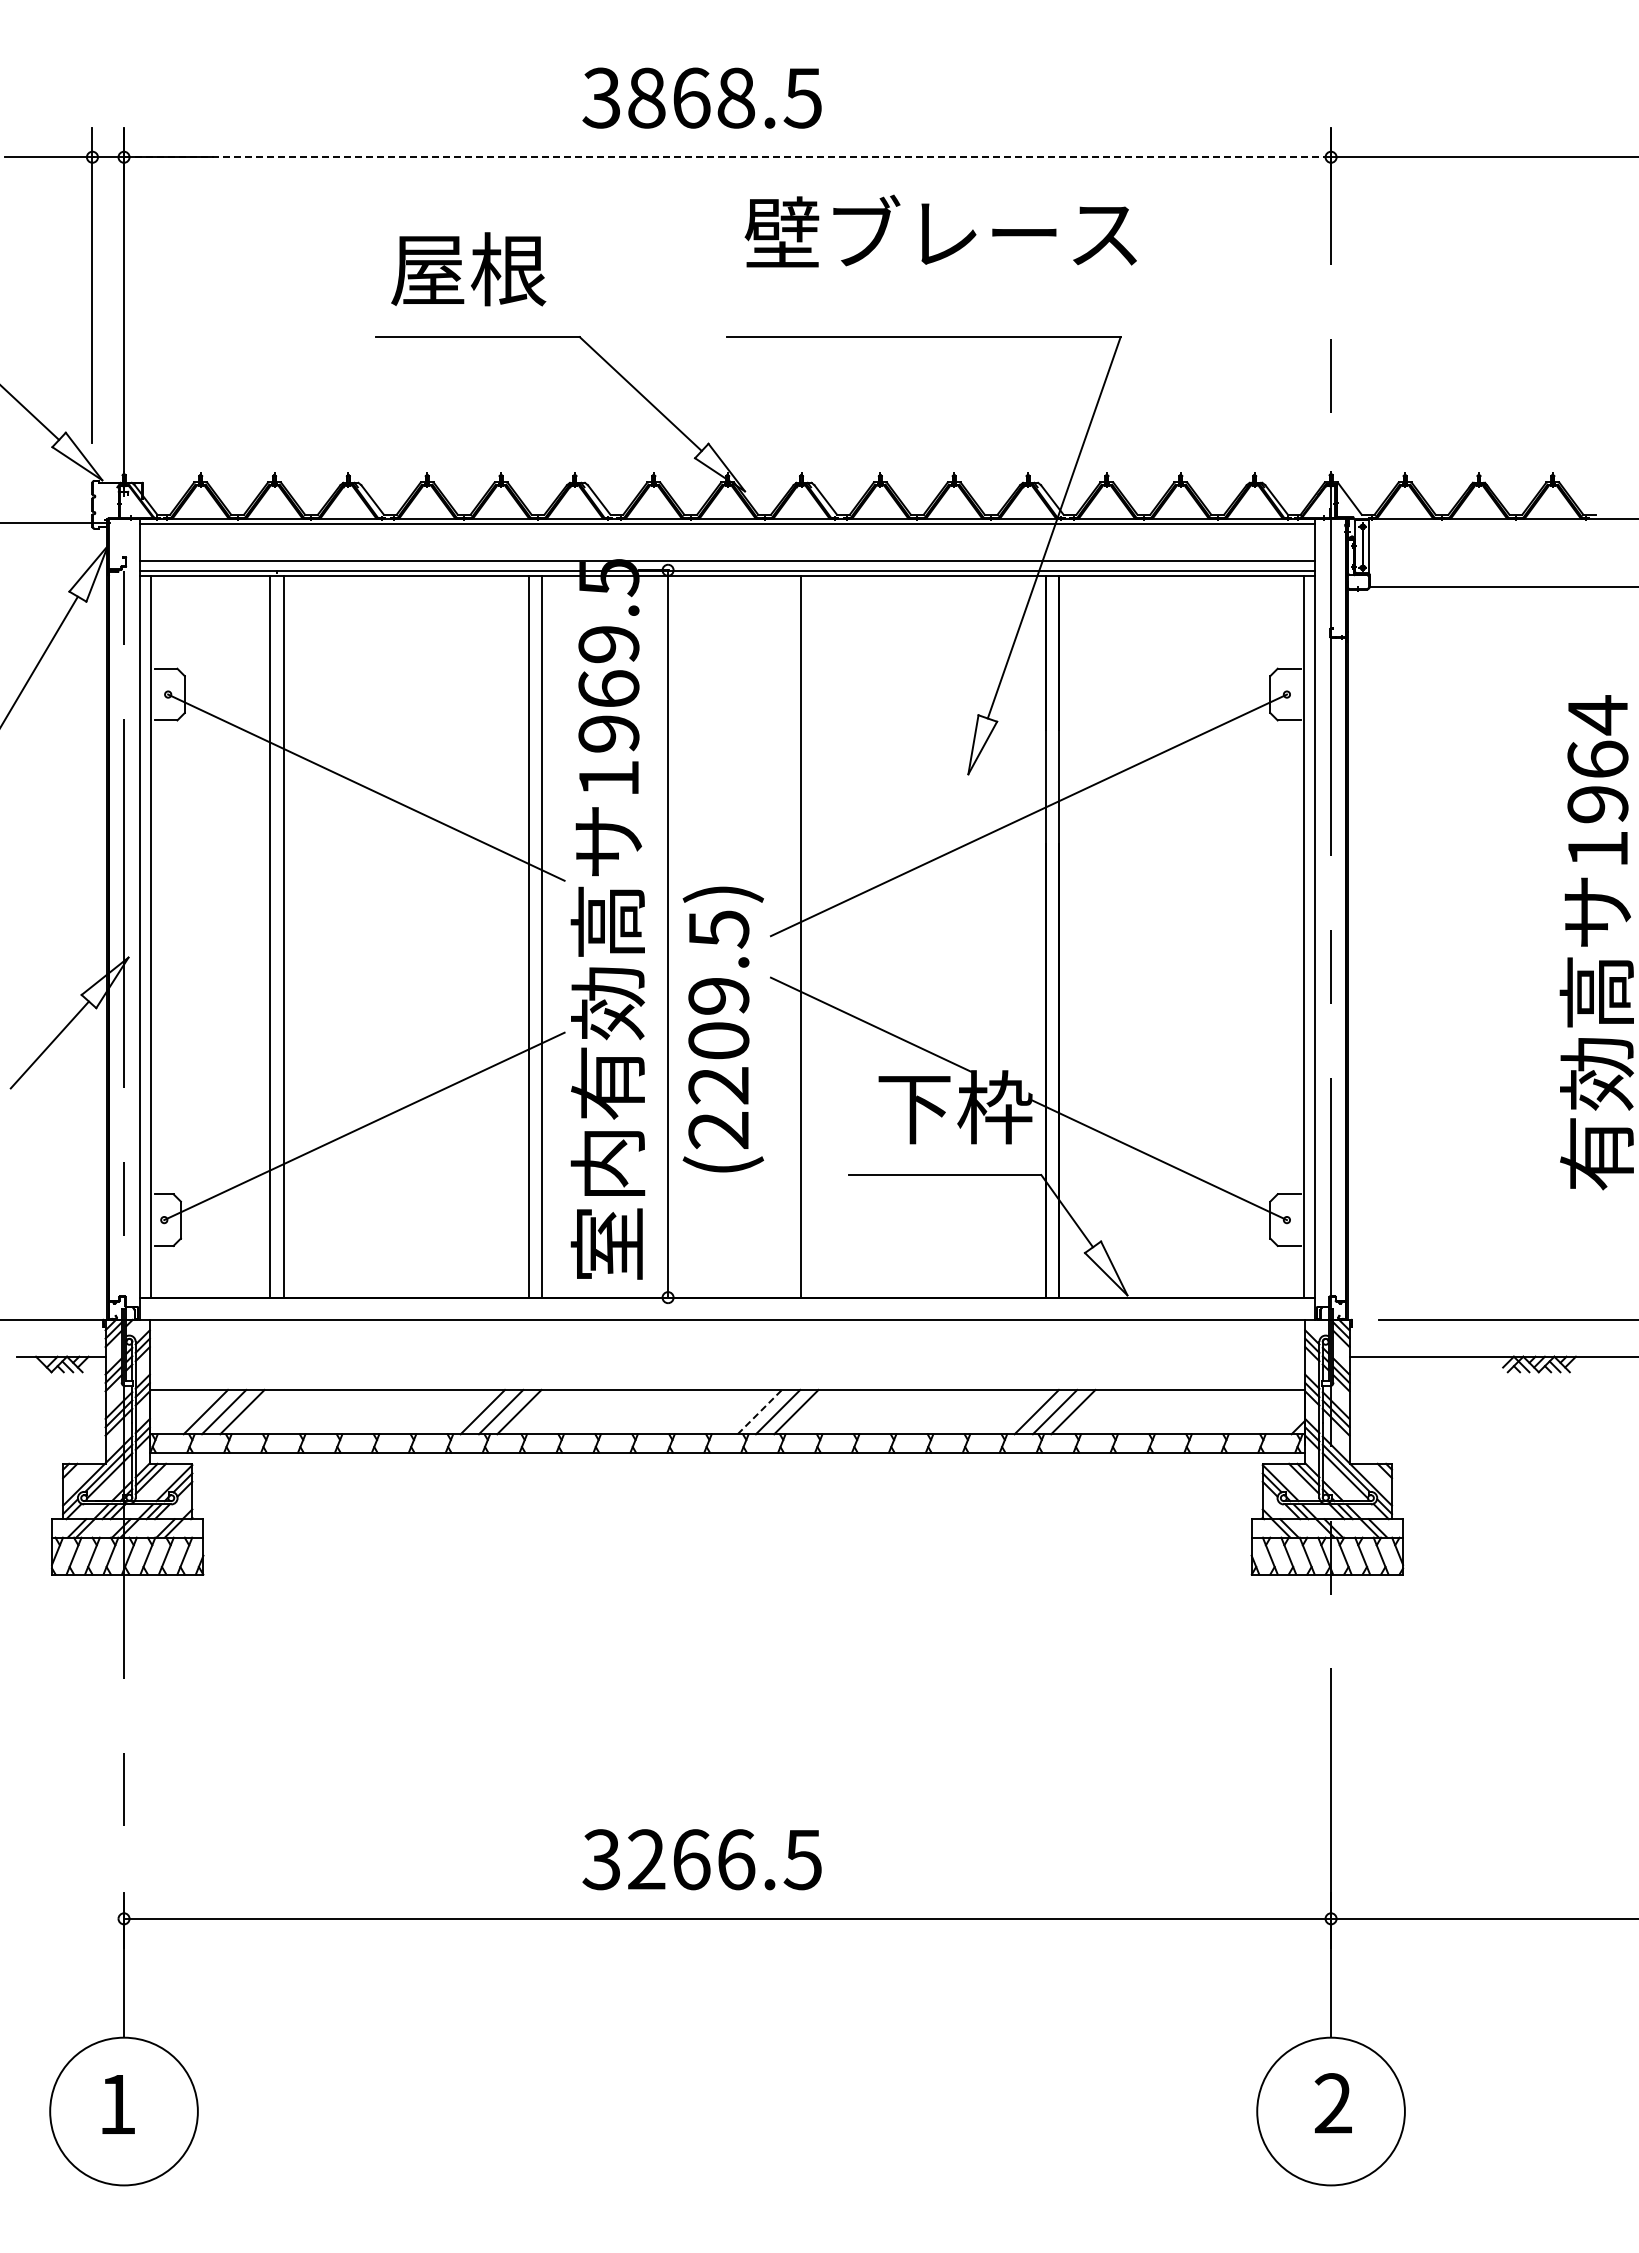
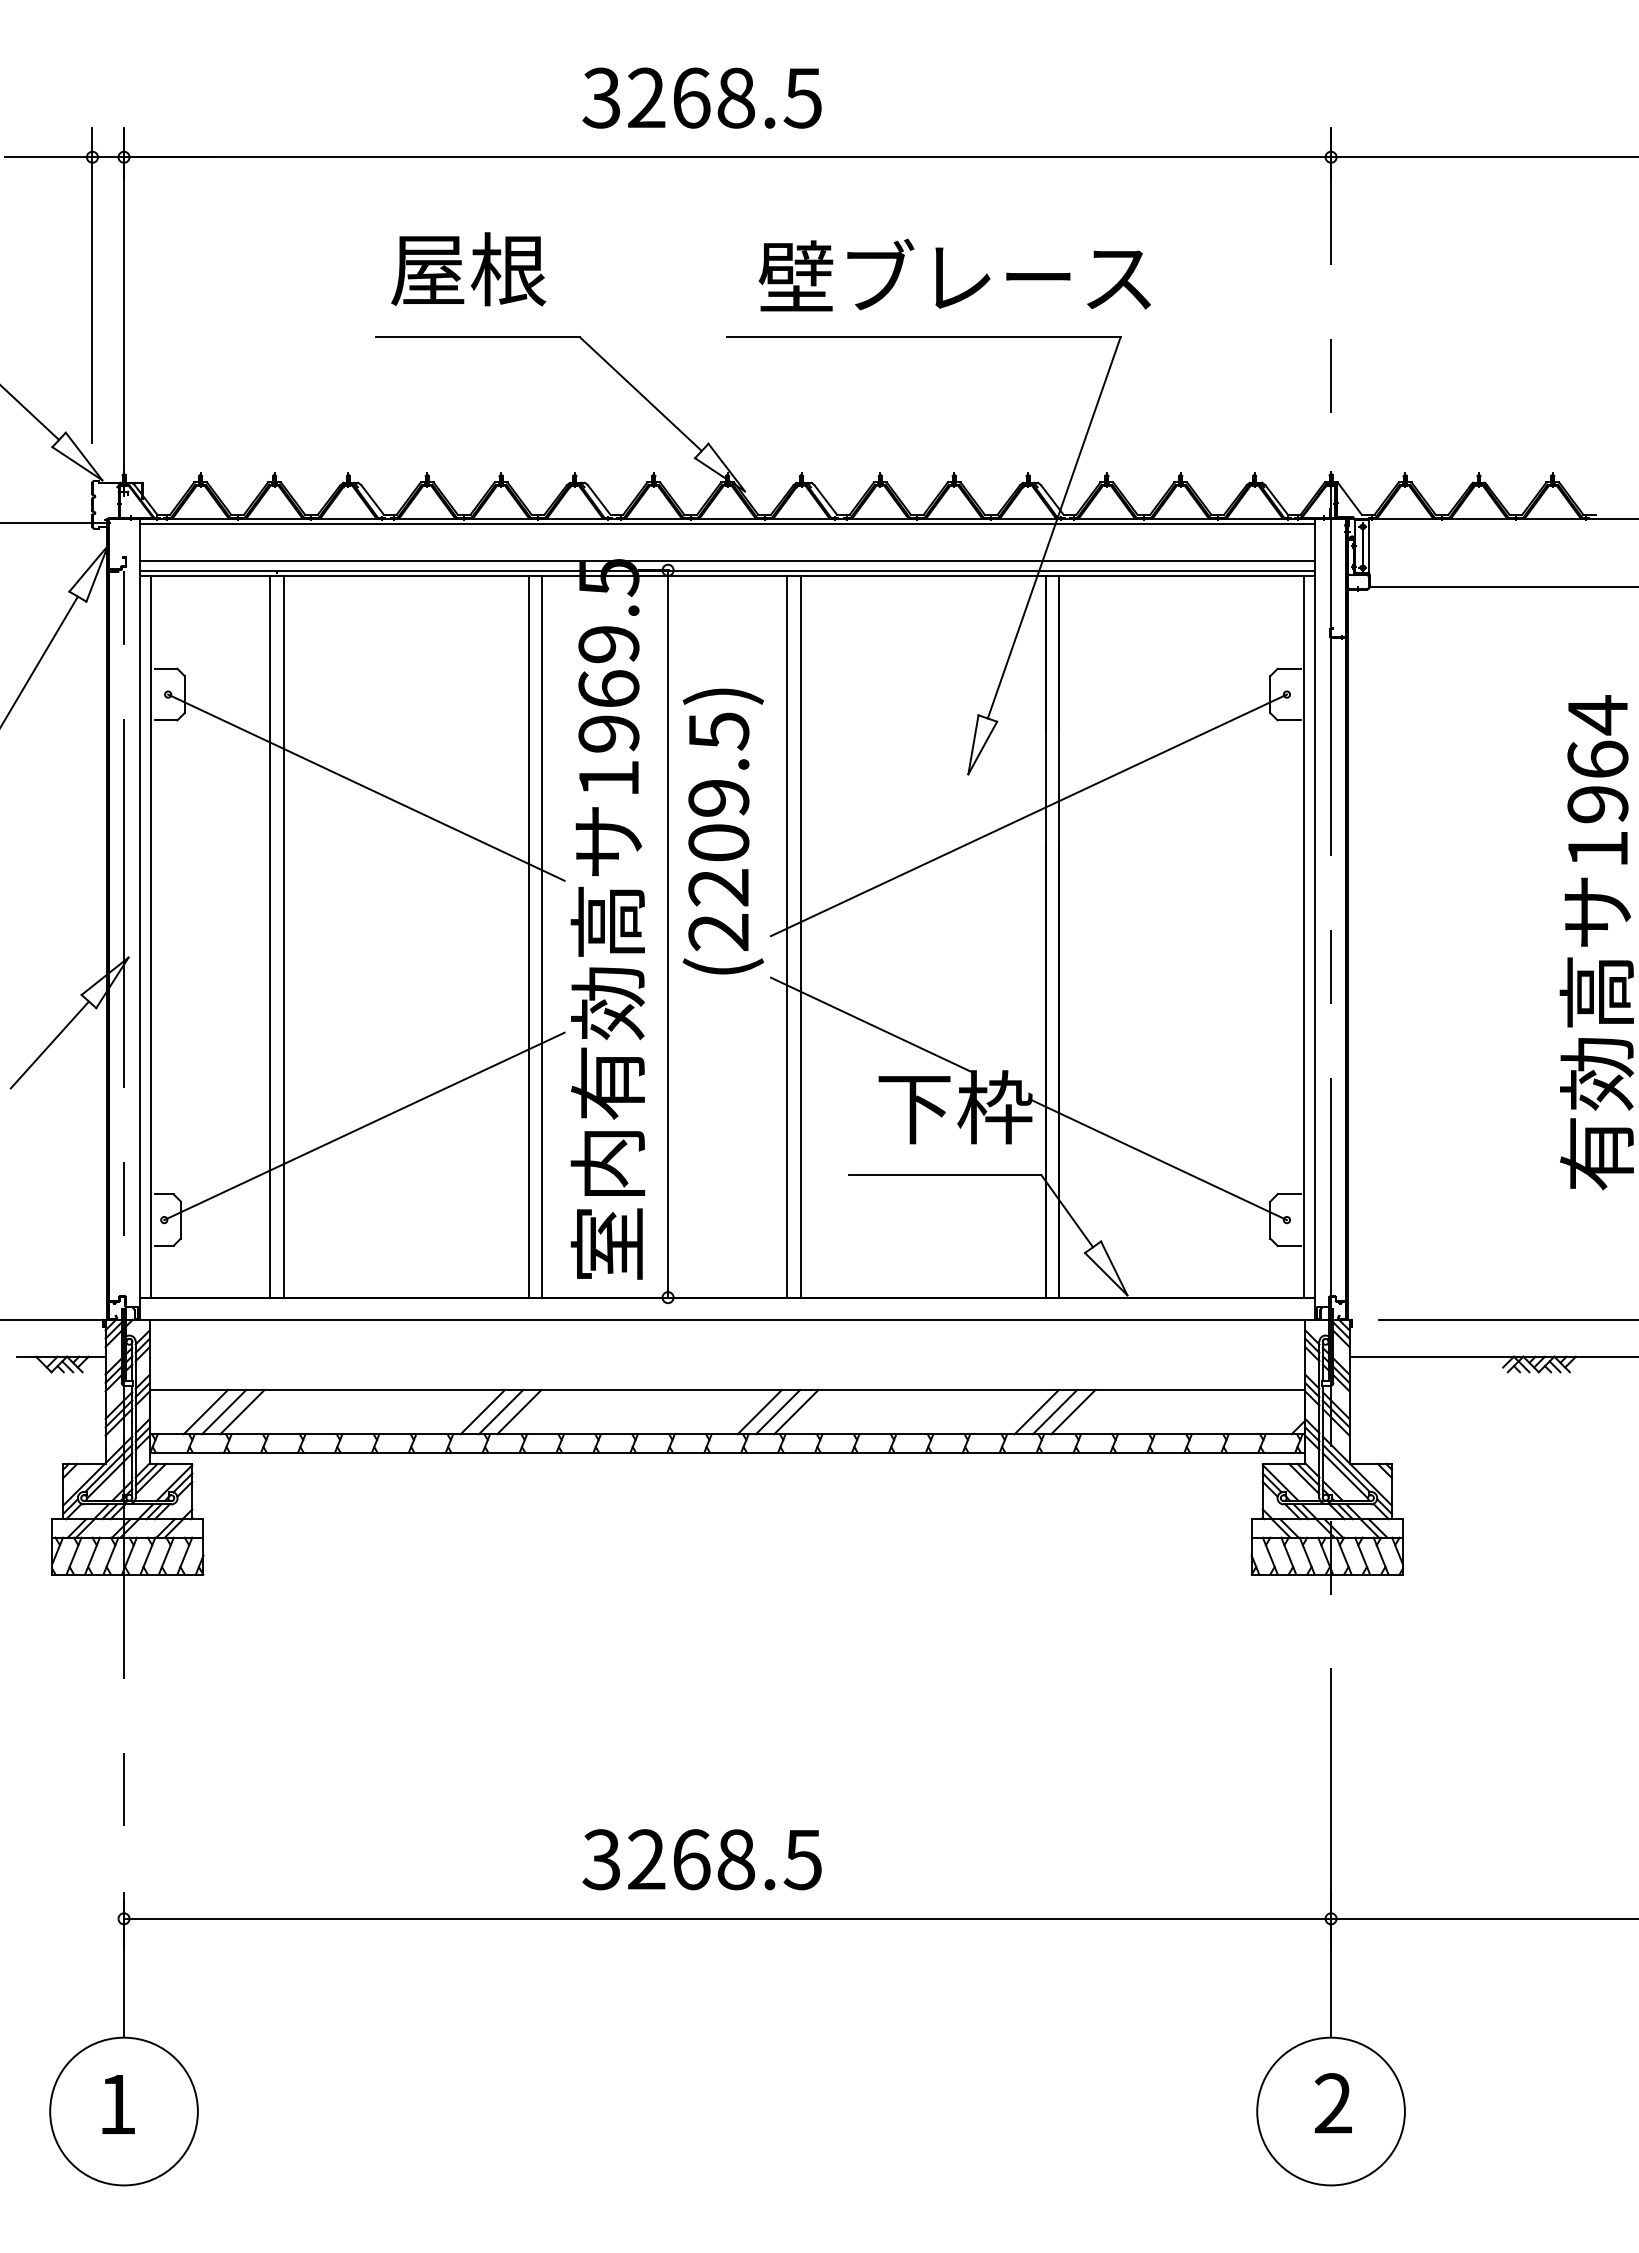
text at (646, 97): 3868.5 -> 3268.5
line at (727, 157): dashed -> solid
text at (940, 230) position: (940, 230) -> (954, 274)
line at (787, 936): none -> present
text at (722, 1029) position: (722, 1029) -> (722, 831)
line at (760, 1411): dashed -> solid
text at (736, 1859): 3266.5 -> 3268.5
